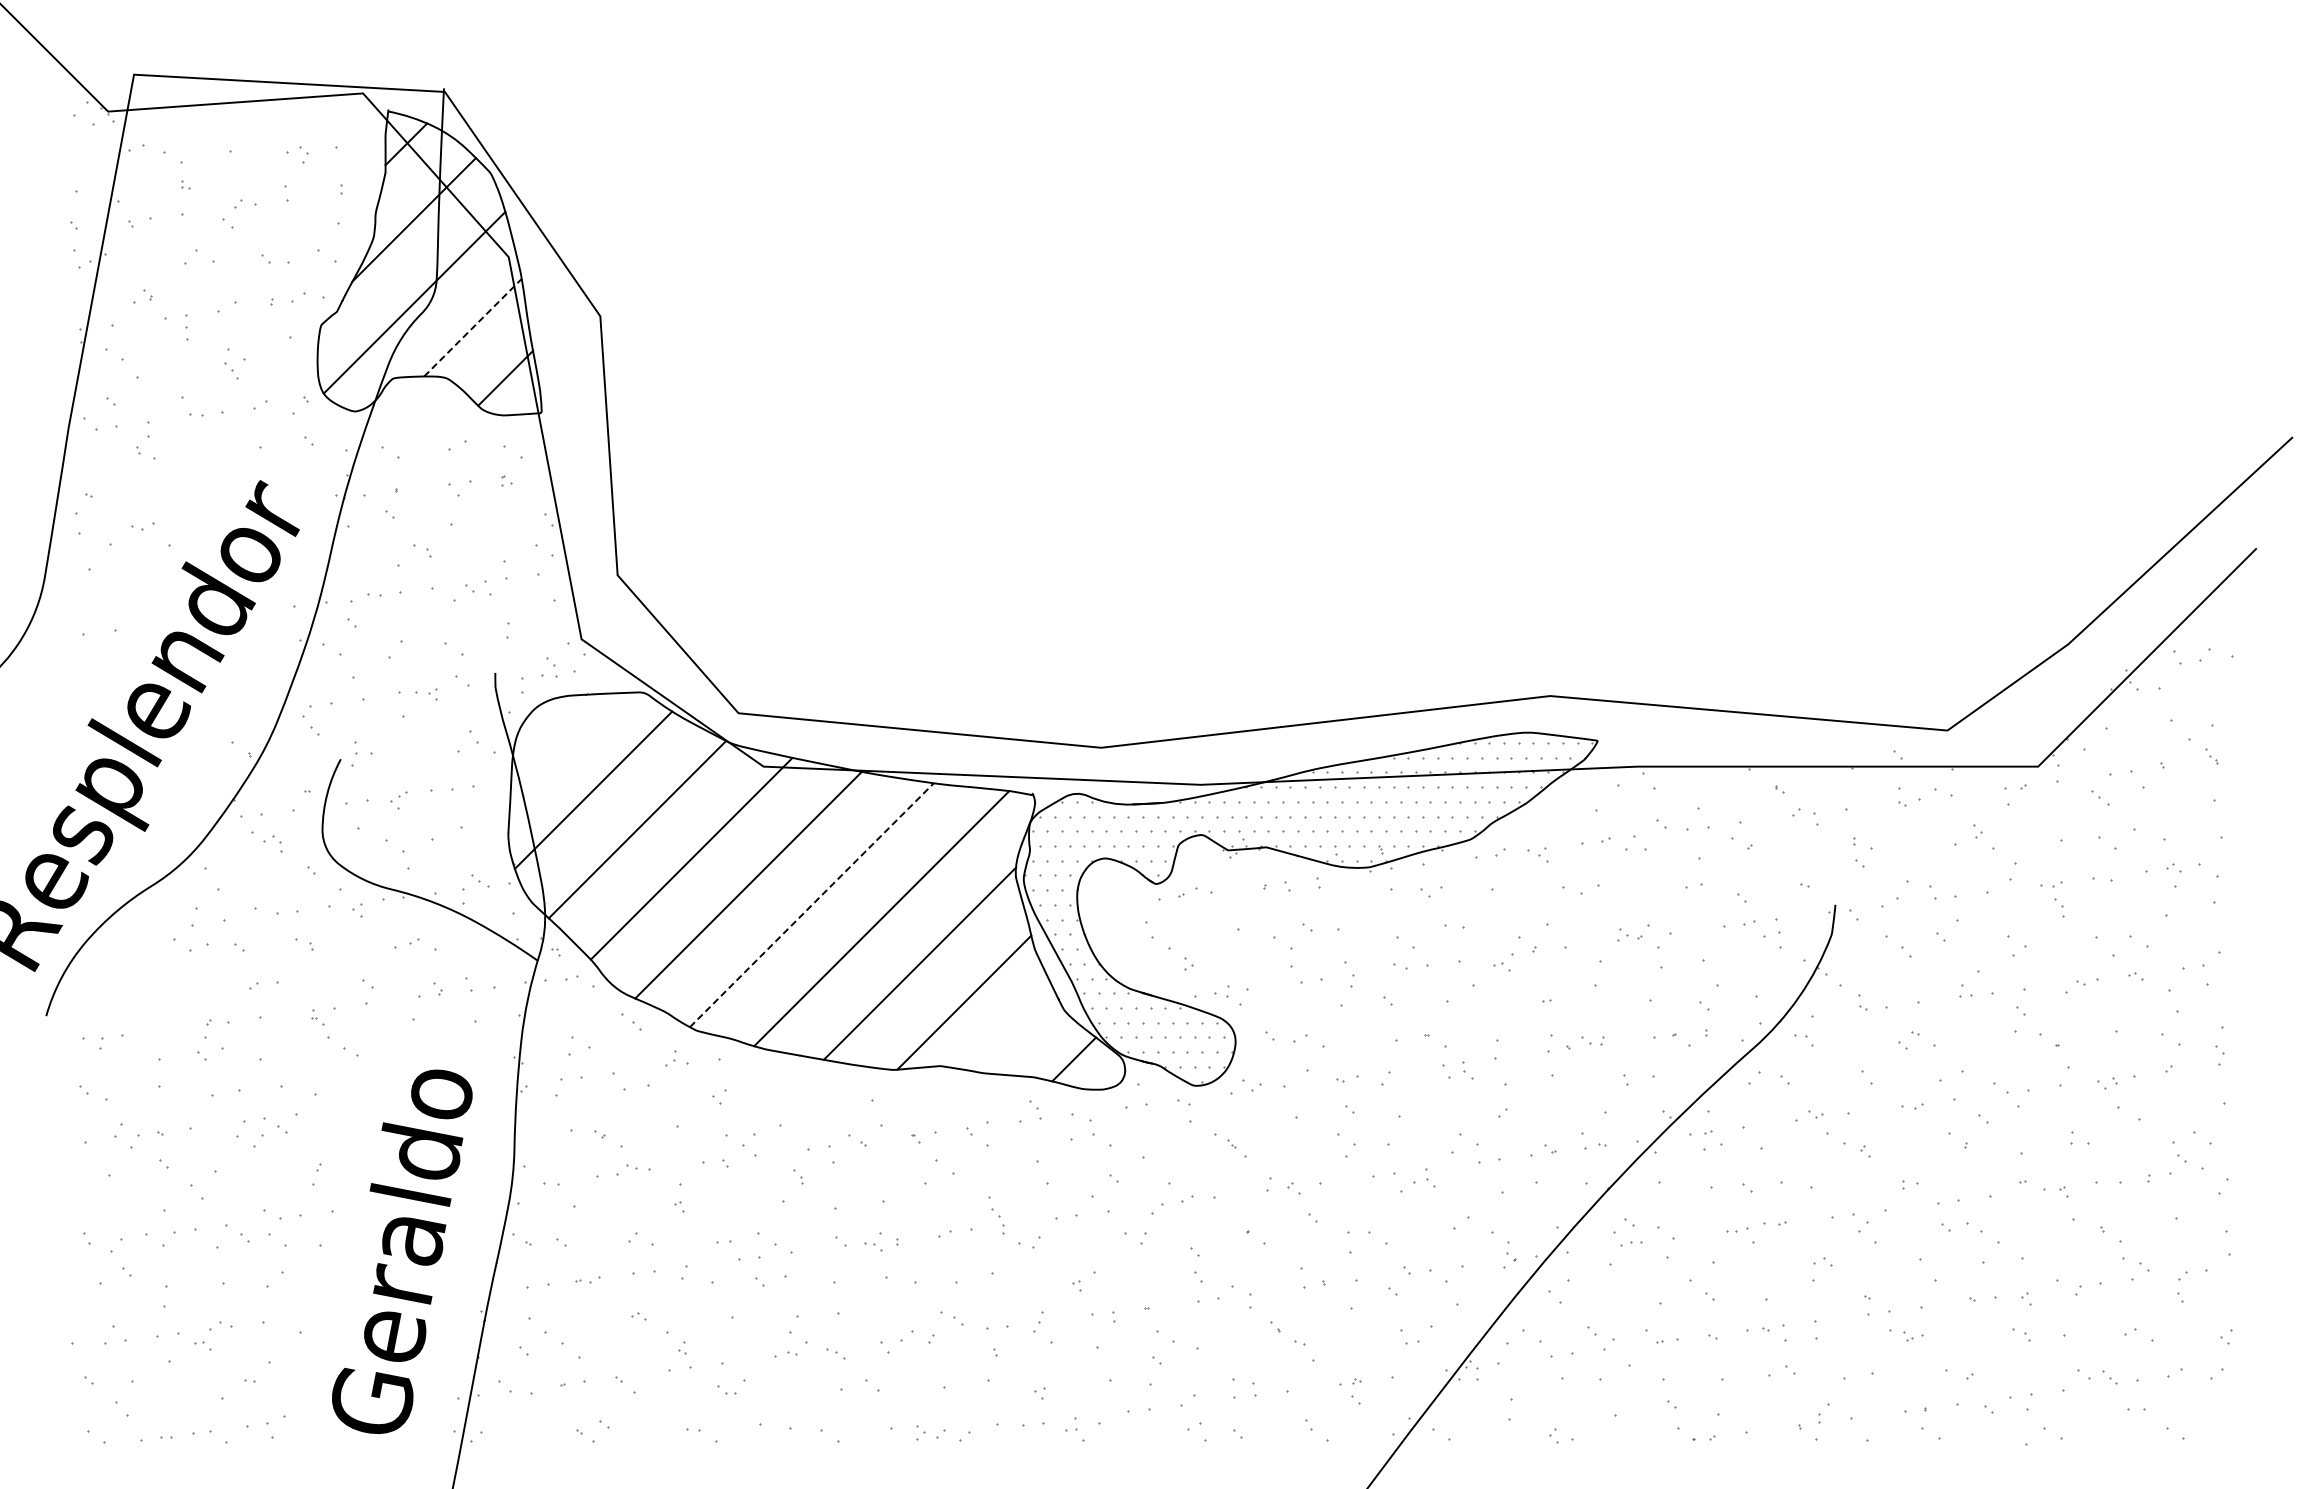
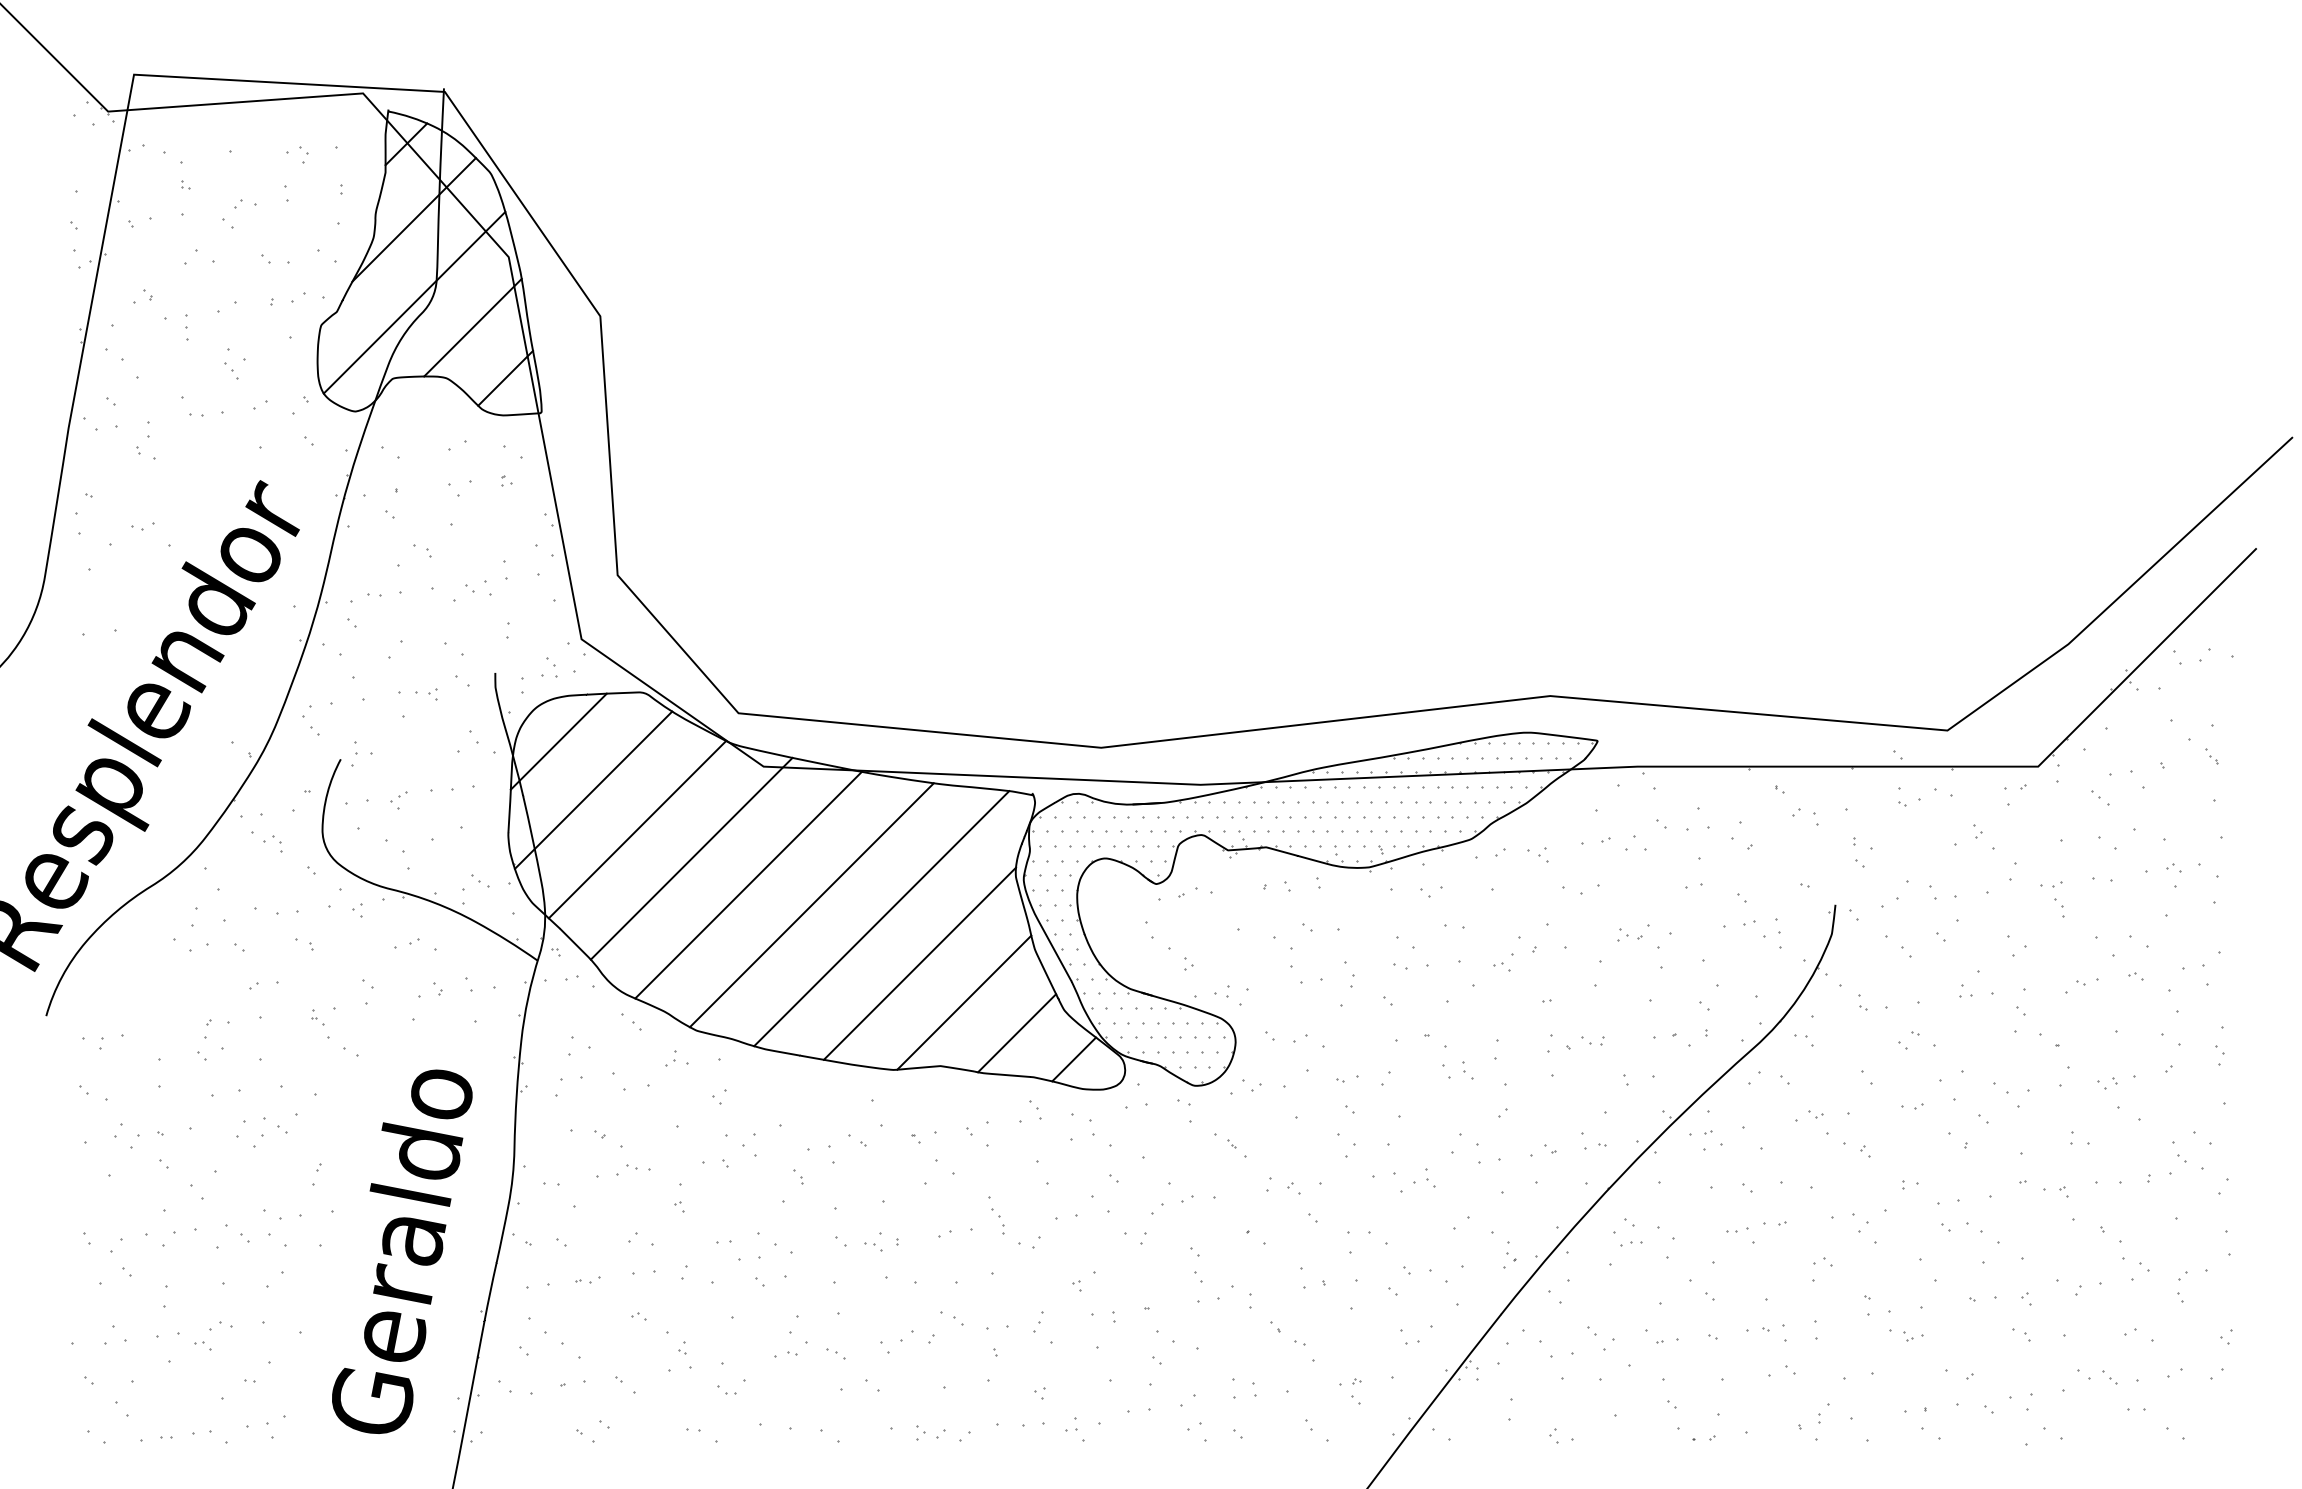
line at (473, 327): dashed -> solid
line at (558, 741): none -> present
line at (812, 904): dashed -> solid
line at (1017, 1033): none -> present
